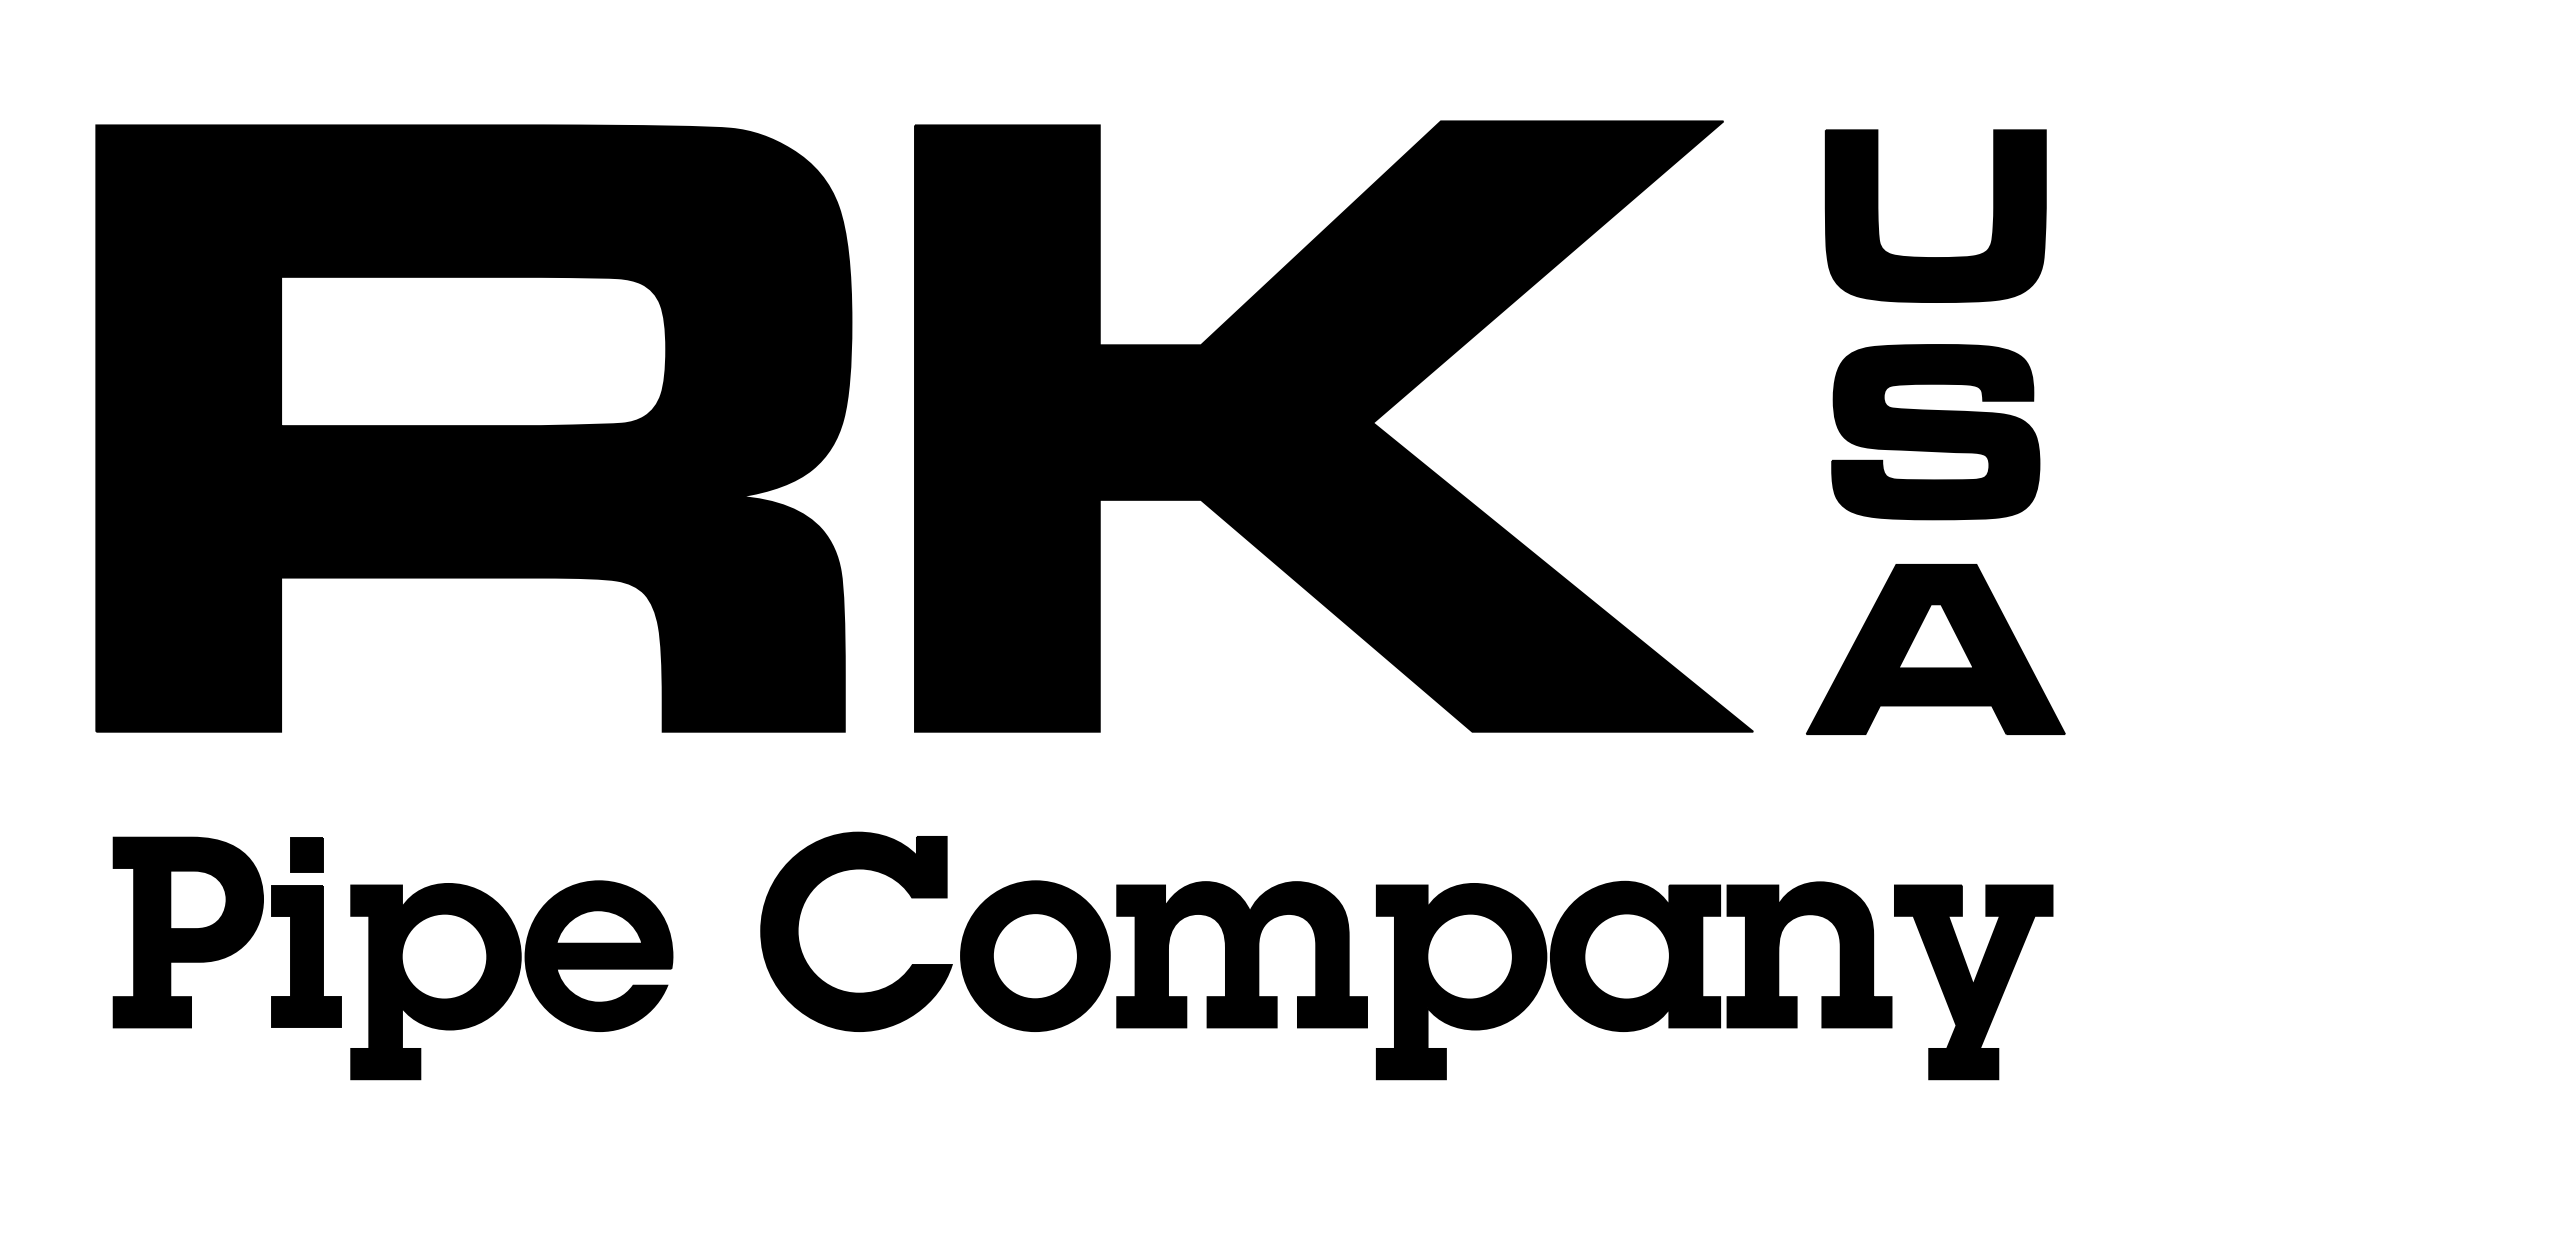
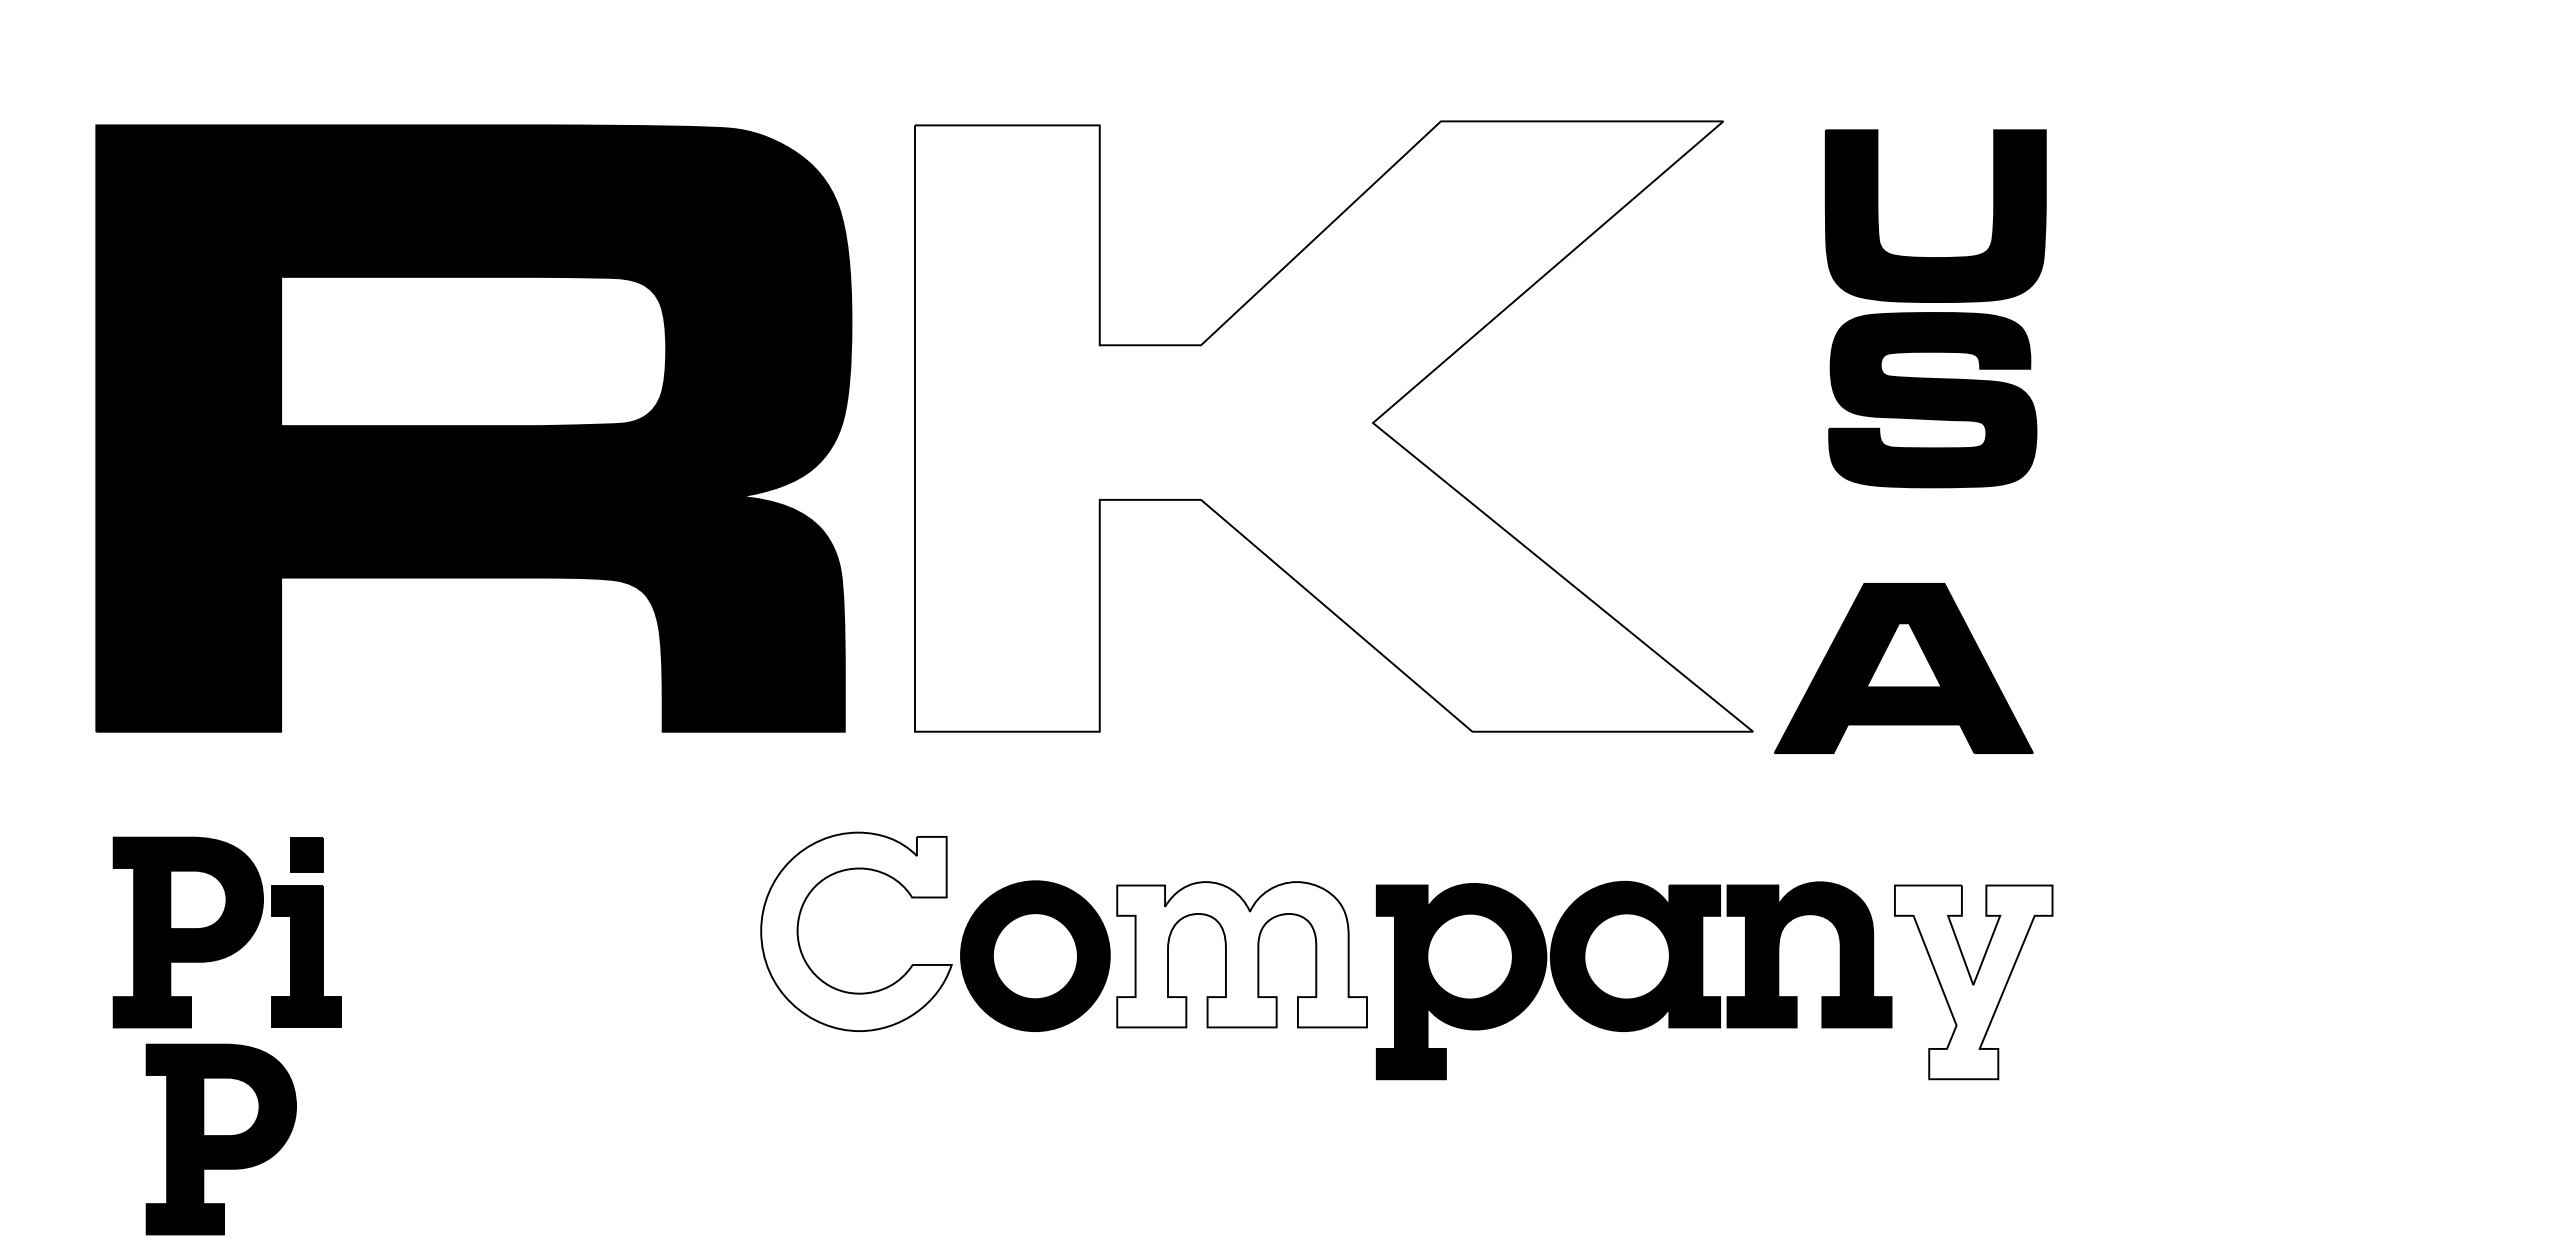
fill at (1333, 426): present -> none
part at (1935, 432) position: (1935, 432) -> (1932, 400)
part at (1935, 649) position: (1935, 649) -> (1903, 668)
fill at (856, 931): present -> none
fill at (1242, 954): present -> none
part at (511, 980): present -> none
fill at (1973, 982): present -> none
part at (220, 1139): none -> present
